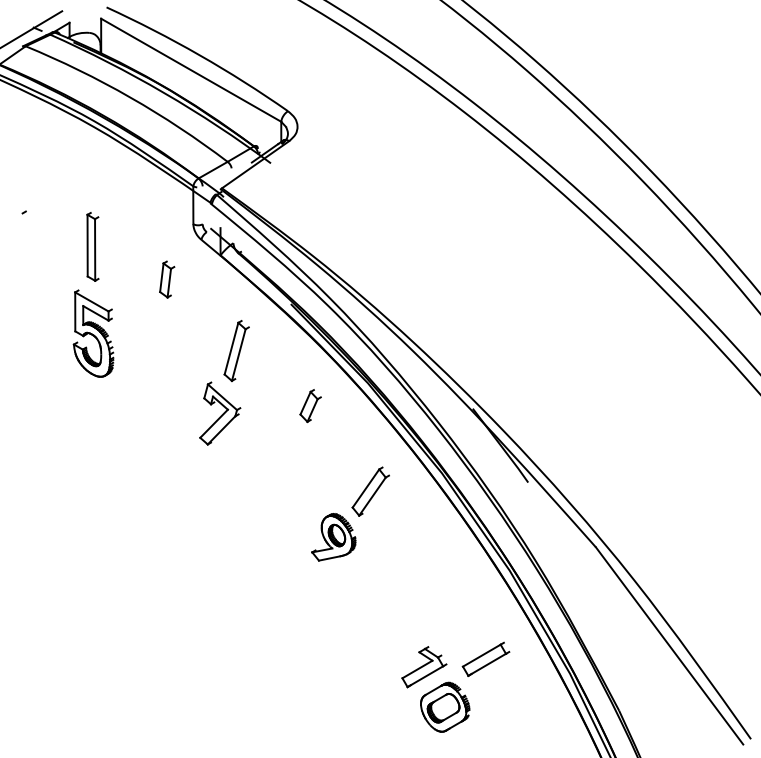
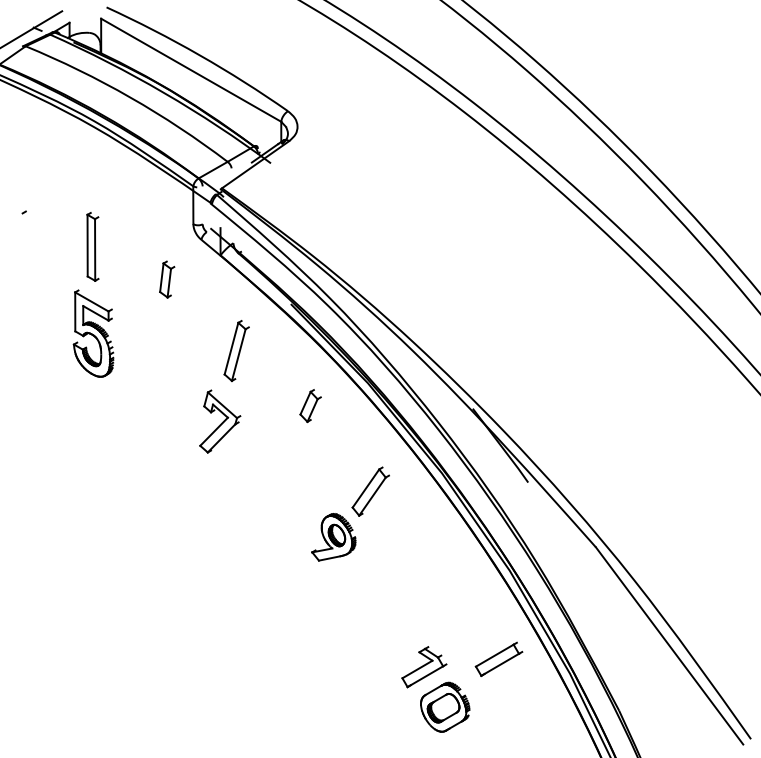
part at (220, 413) position: (220, 413) -> (220, 421)
part at (485, 658) position: (485, 658) -> (498, 658)
